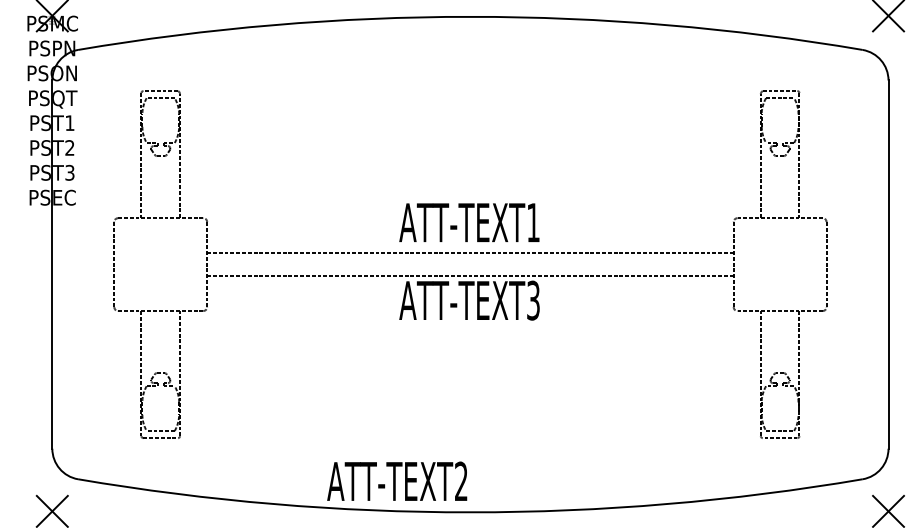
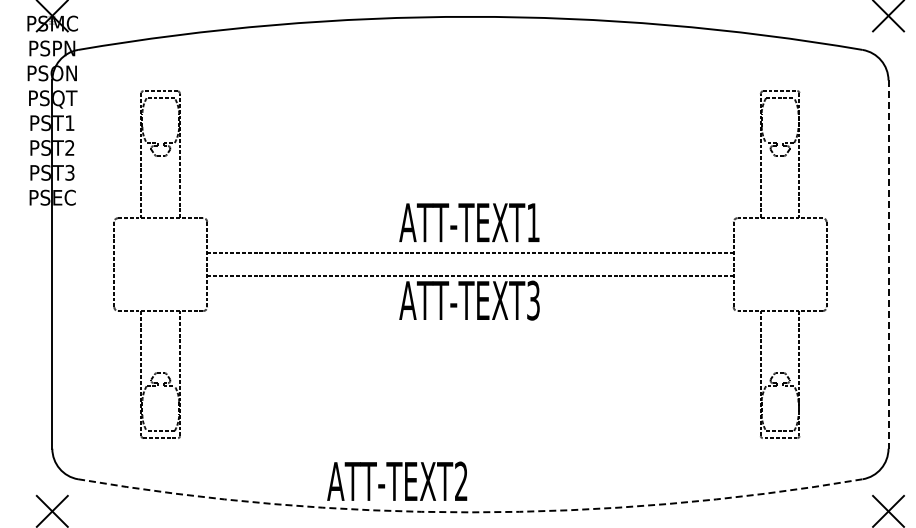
line at (888, 265): solid -> dashed
arc at (470, 512): solid -> dashed
